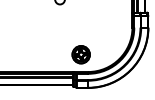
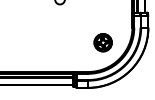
part at (80, 54) position: (80, 54) -> (102, 42)
